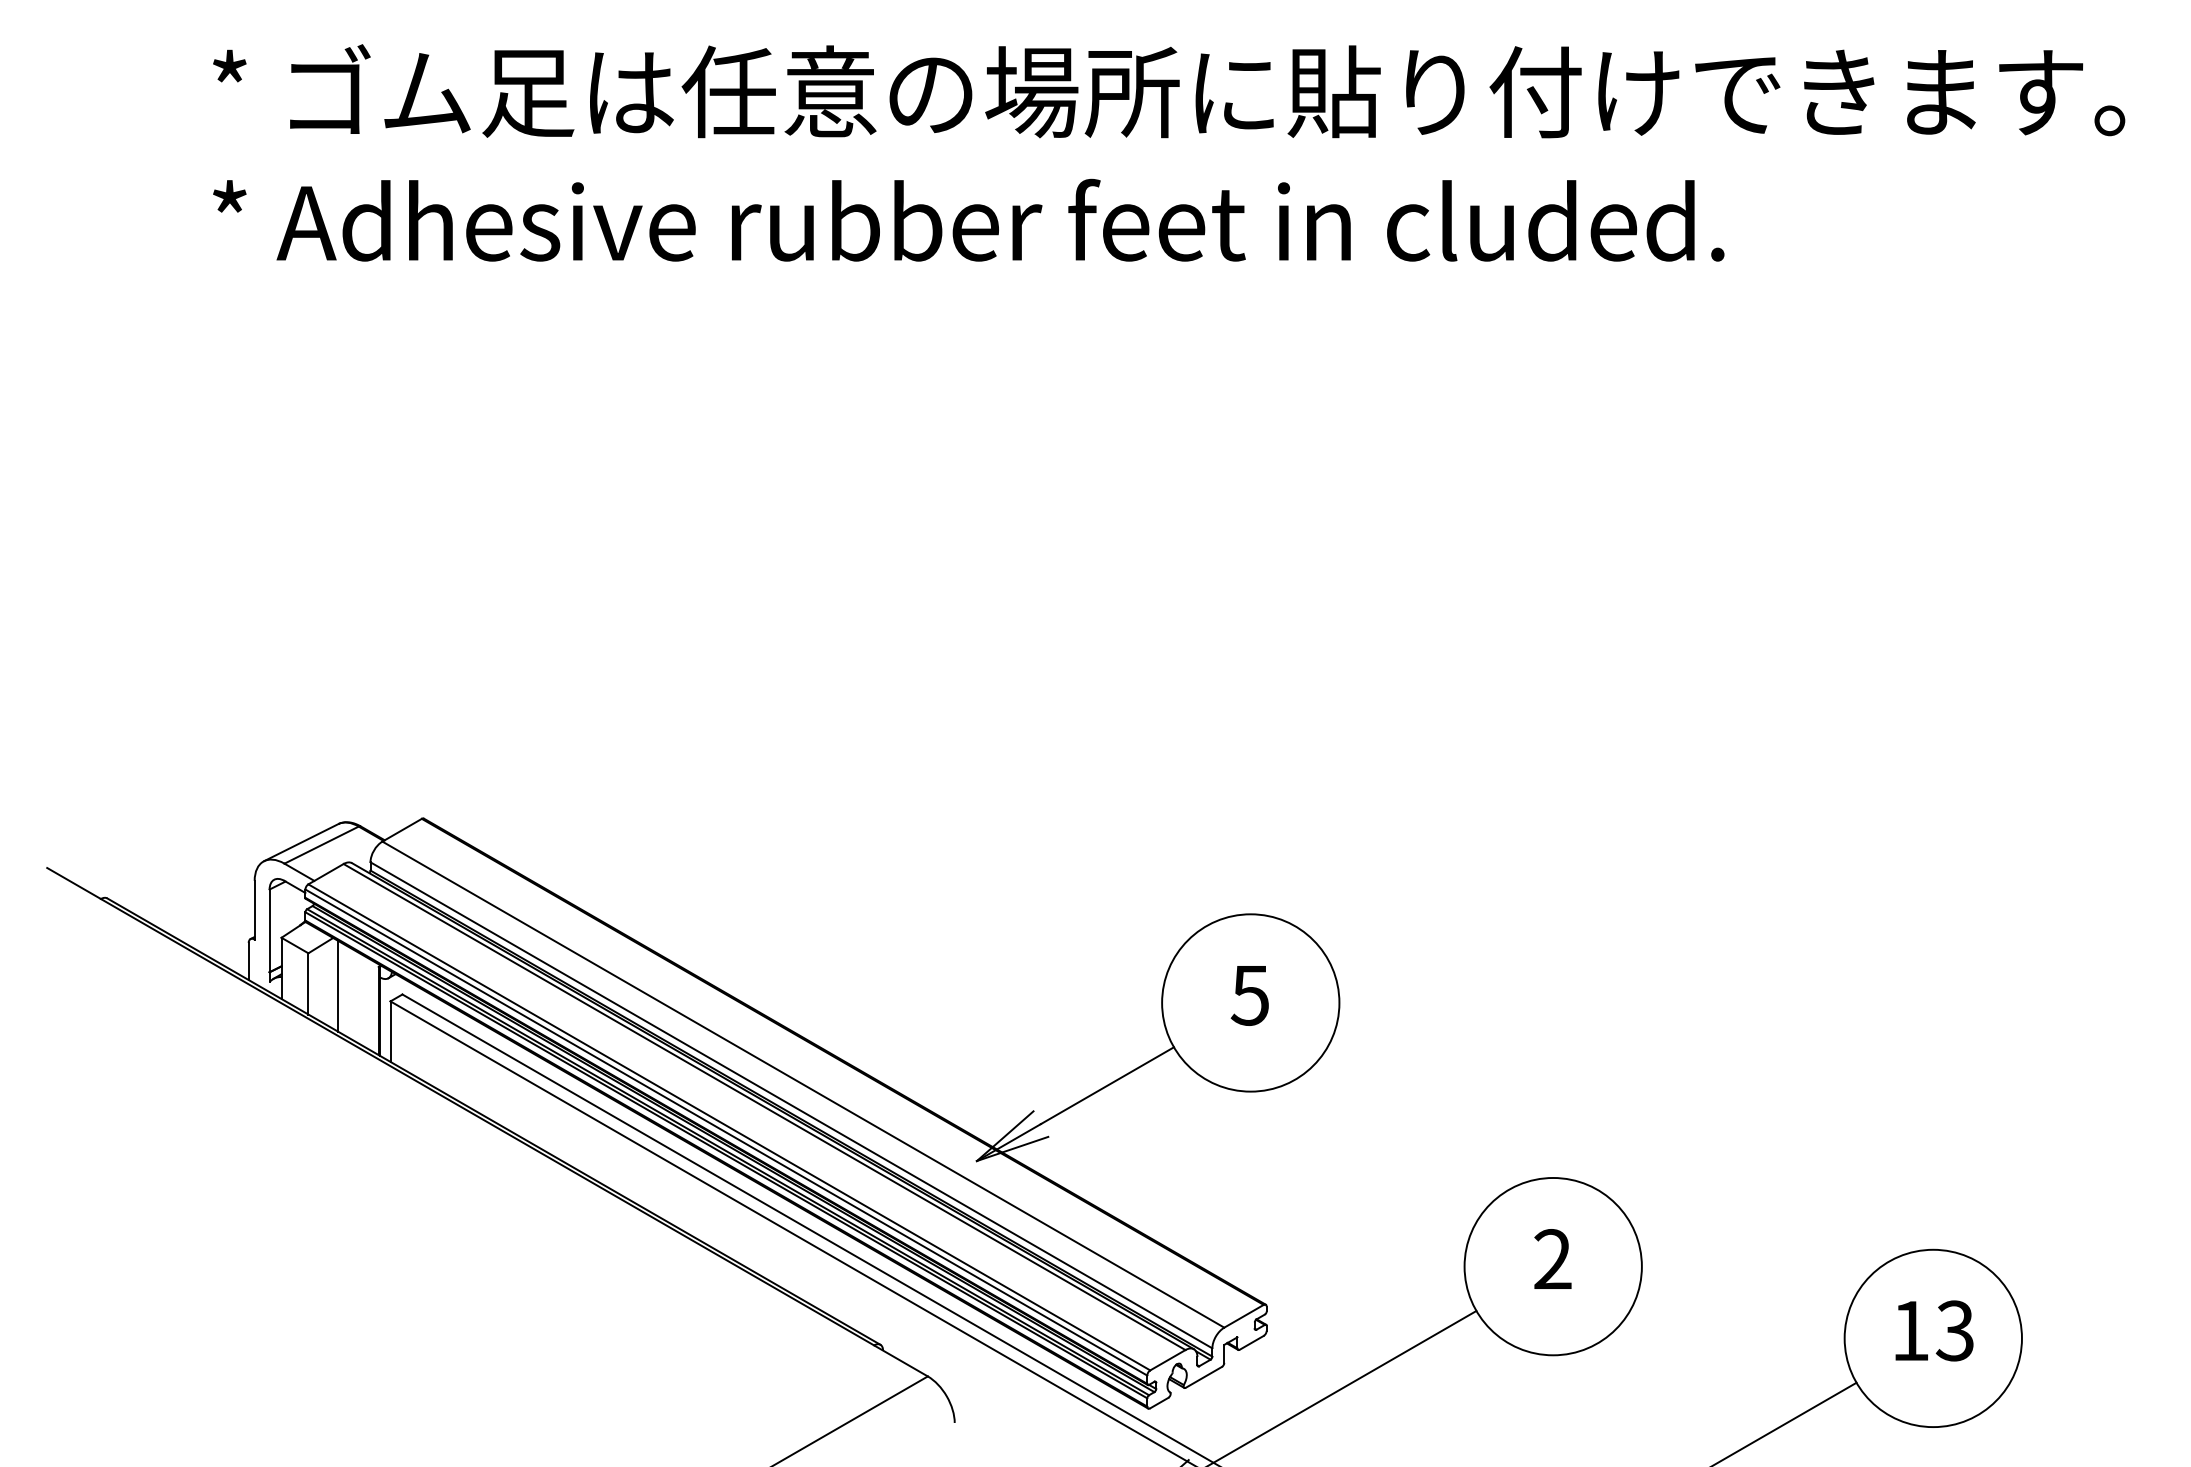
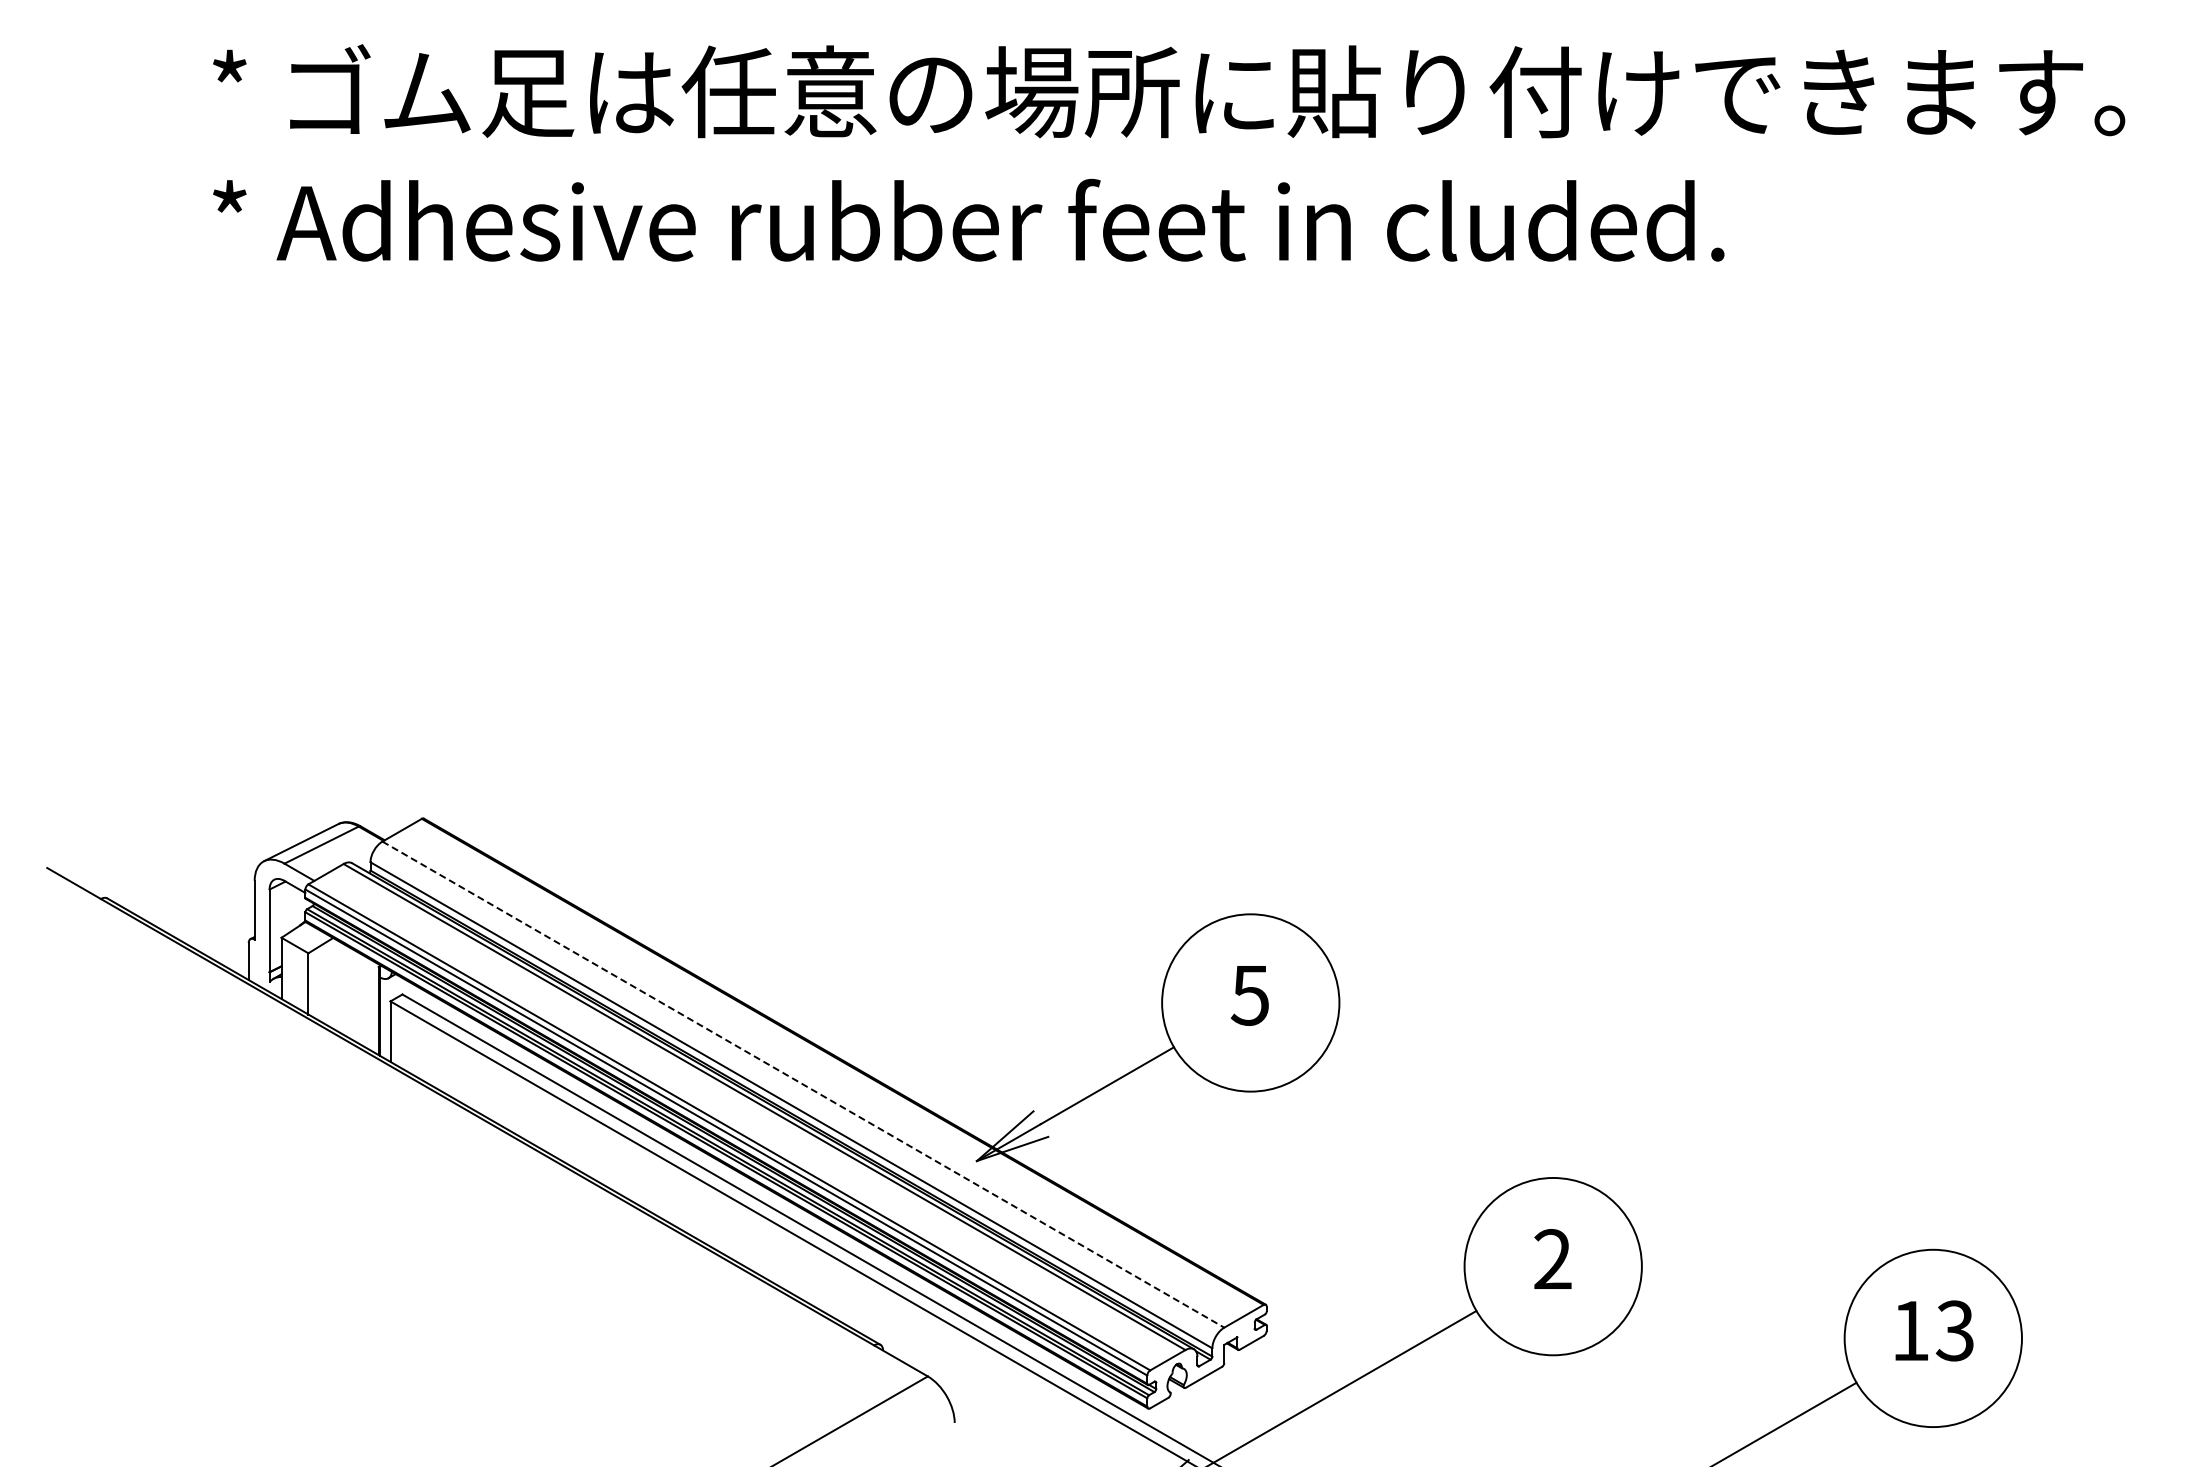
line at (338, 985): present -> none
line at (803, 1084): solid -> dashed
